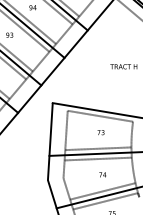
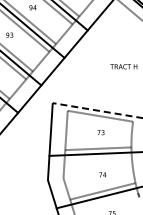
line at (97, 110): solid -> dashed
line at (97, 158): present -> none
line at (105, 201): present -> none
